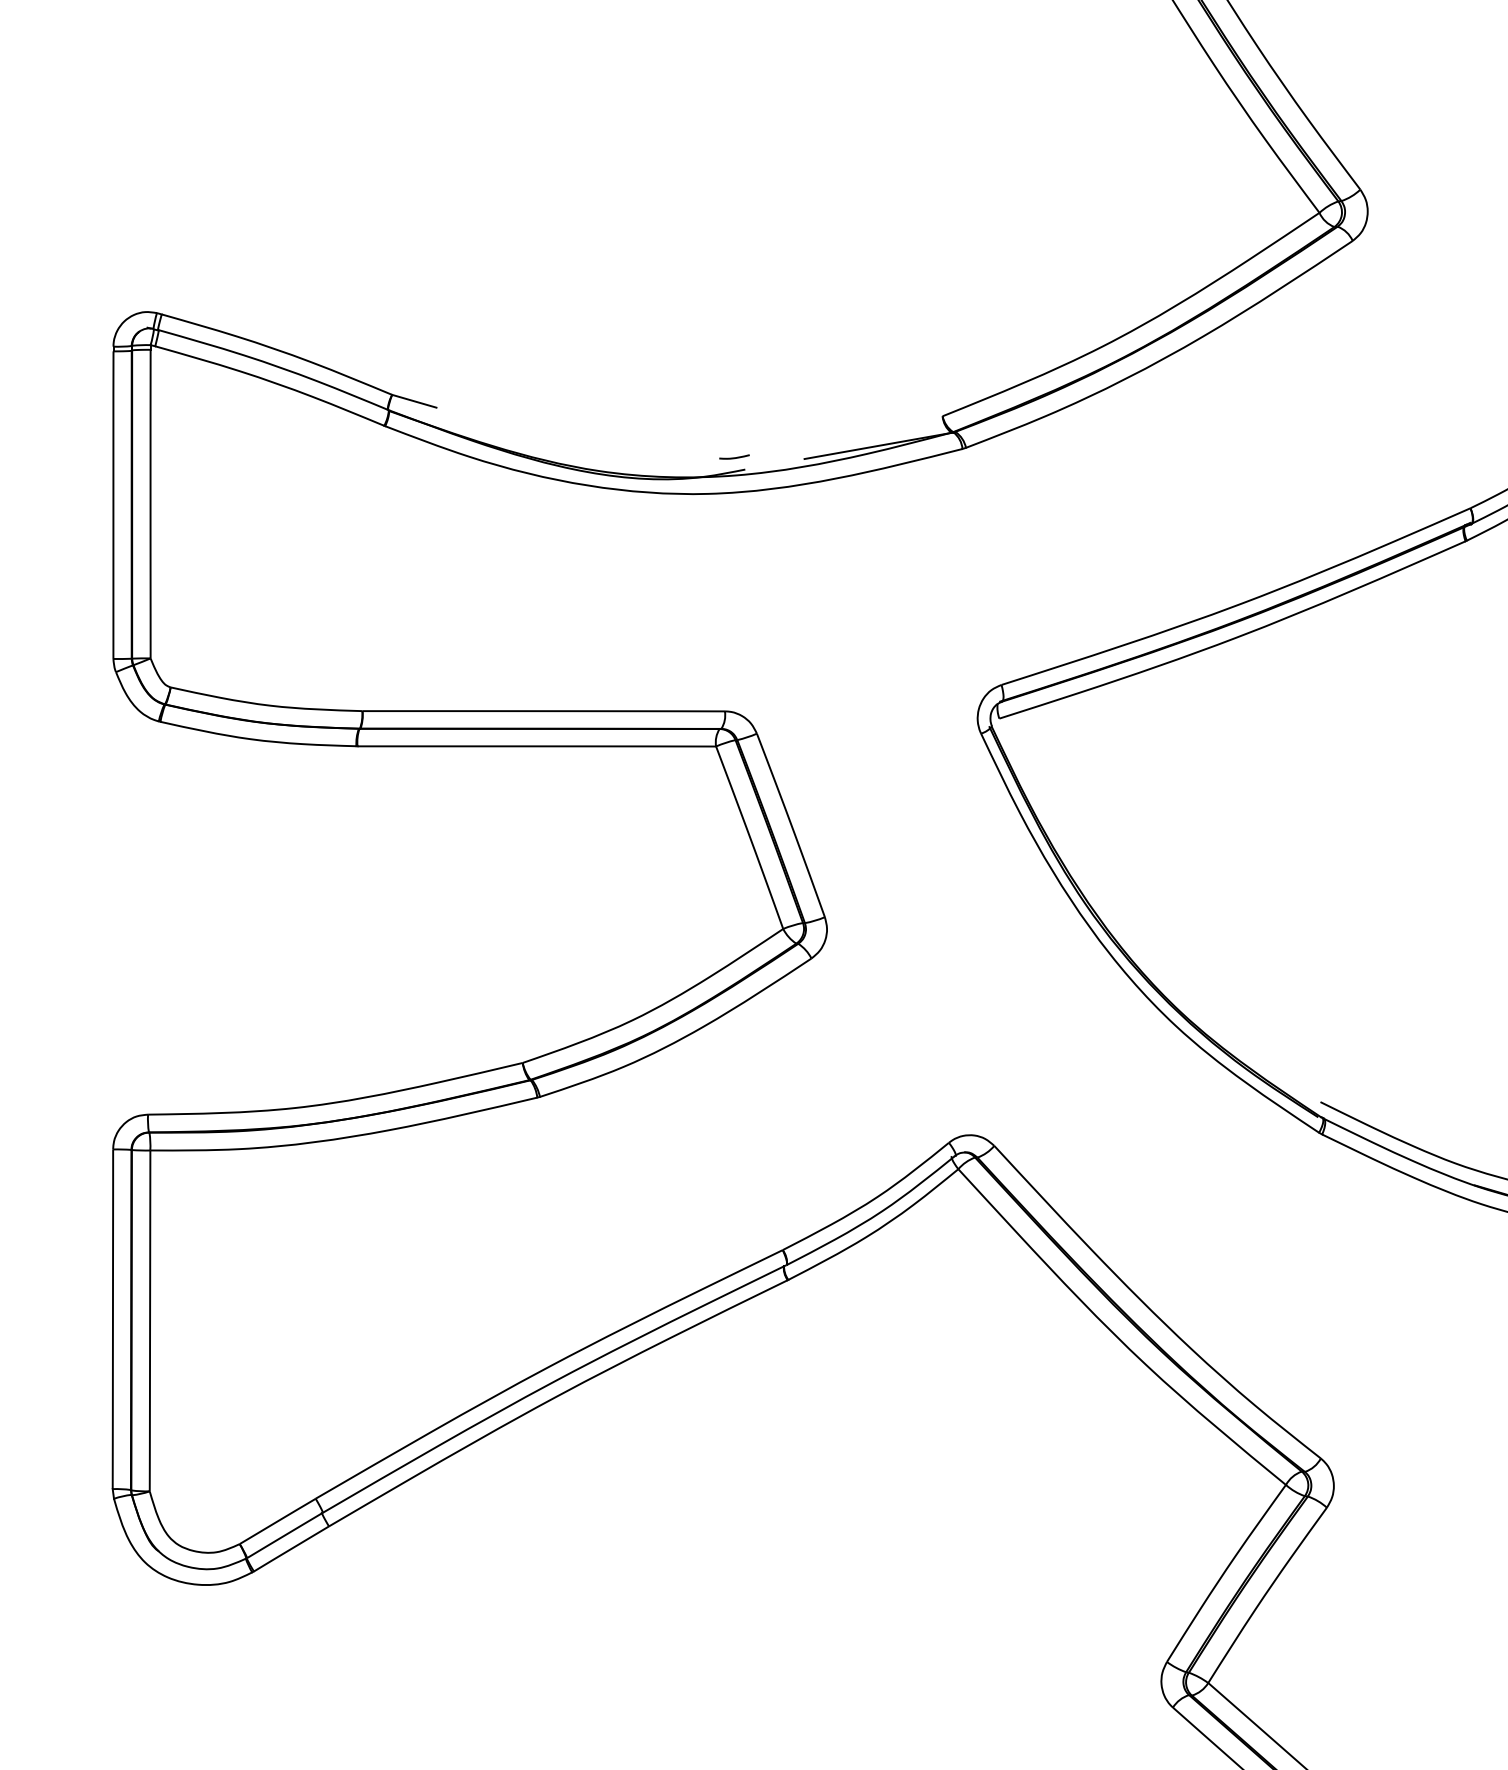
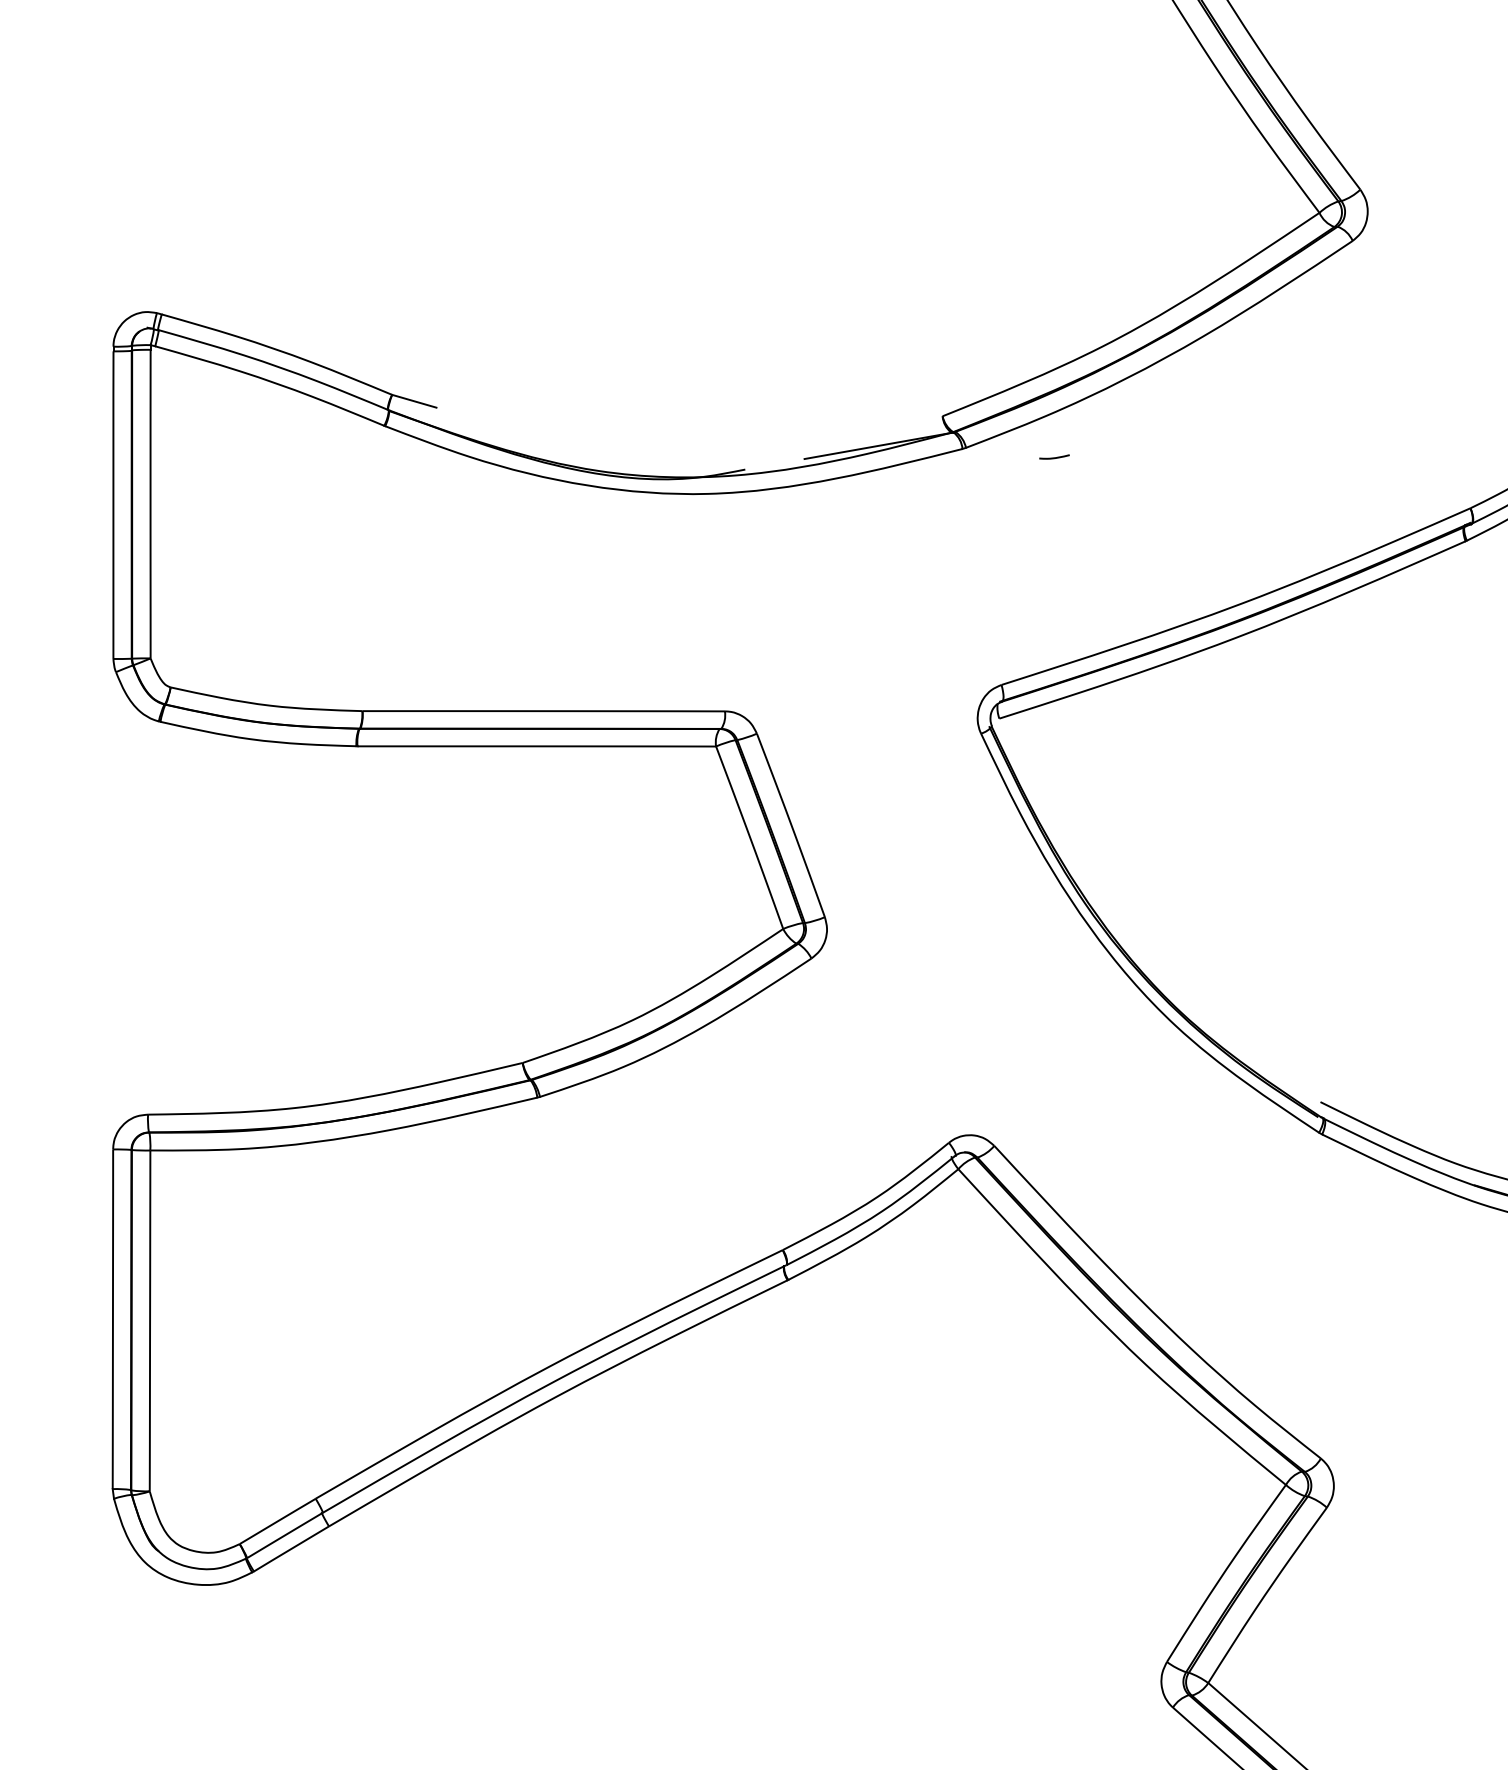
line at (734, 457) position: (734, 457) -> (1054, 457)
